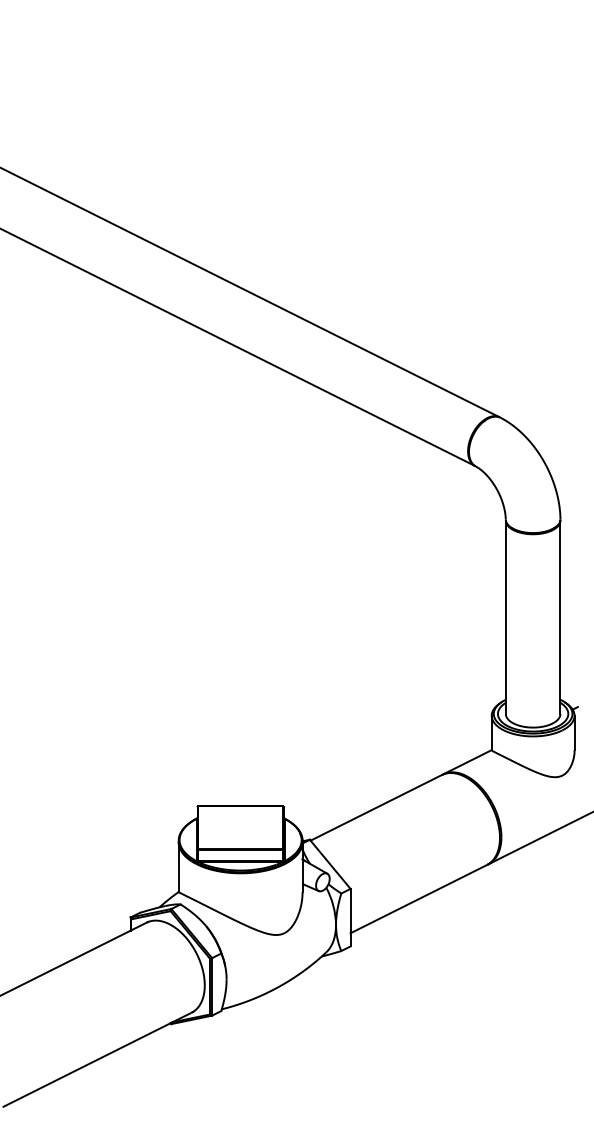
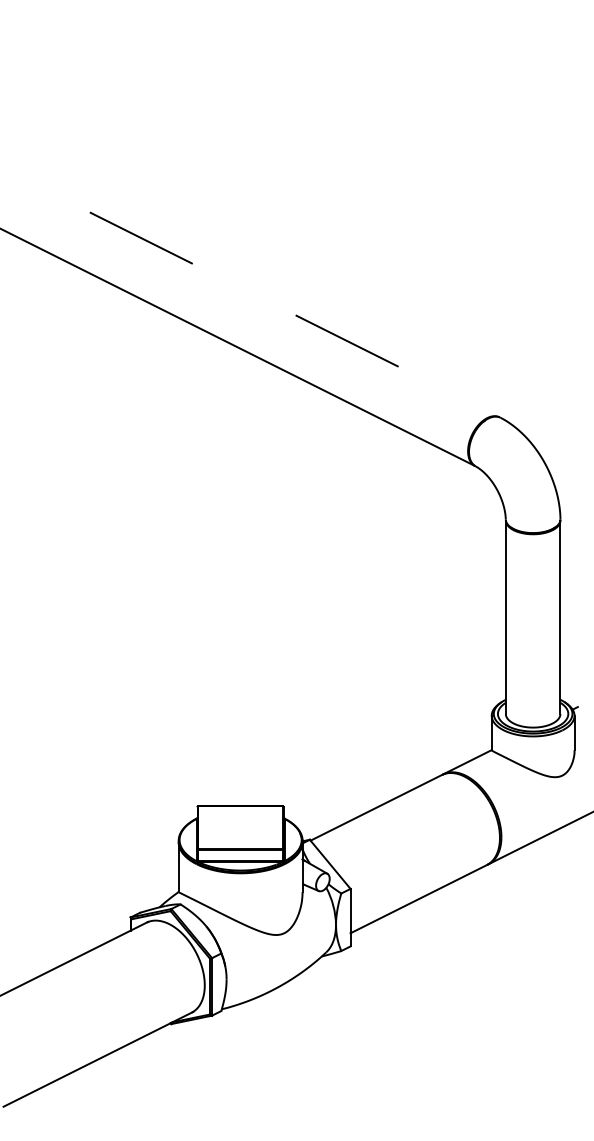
line at (250, 292): solid -> dashed
